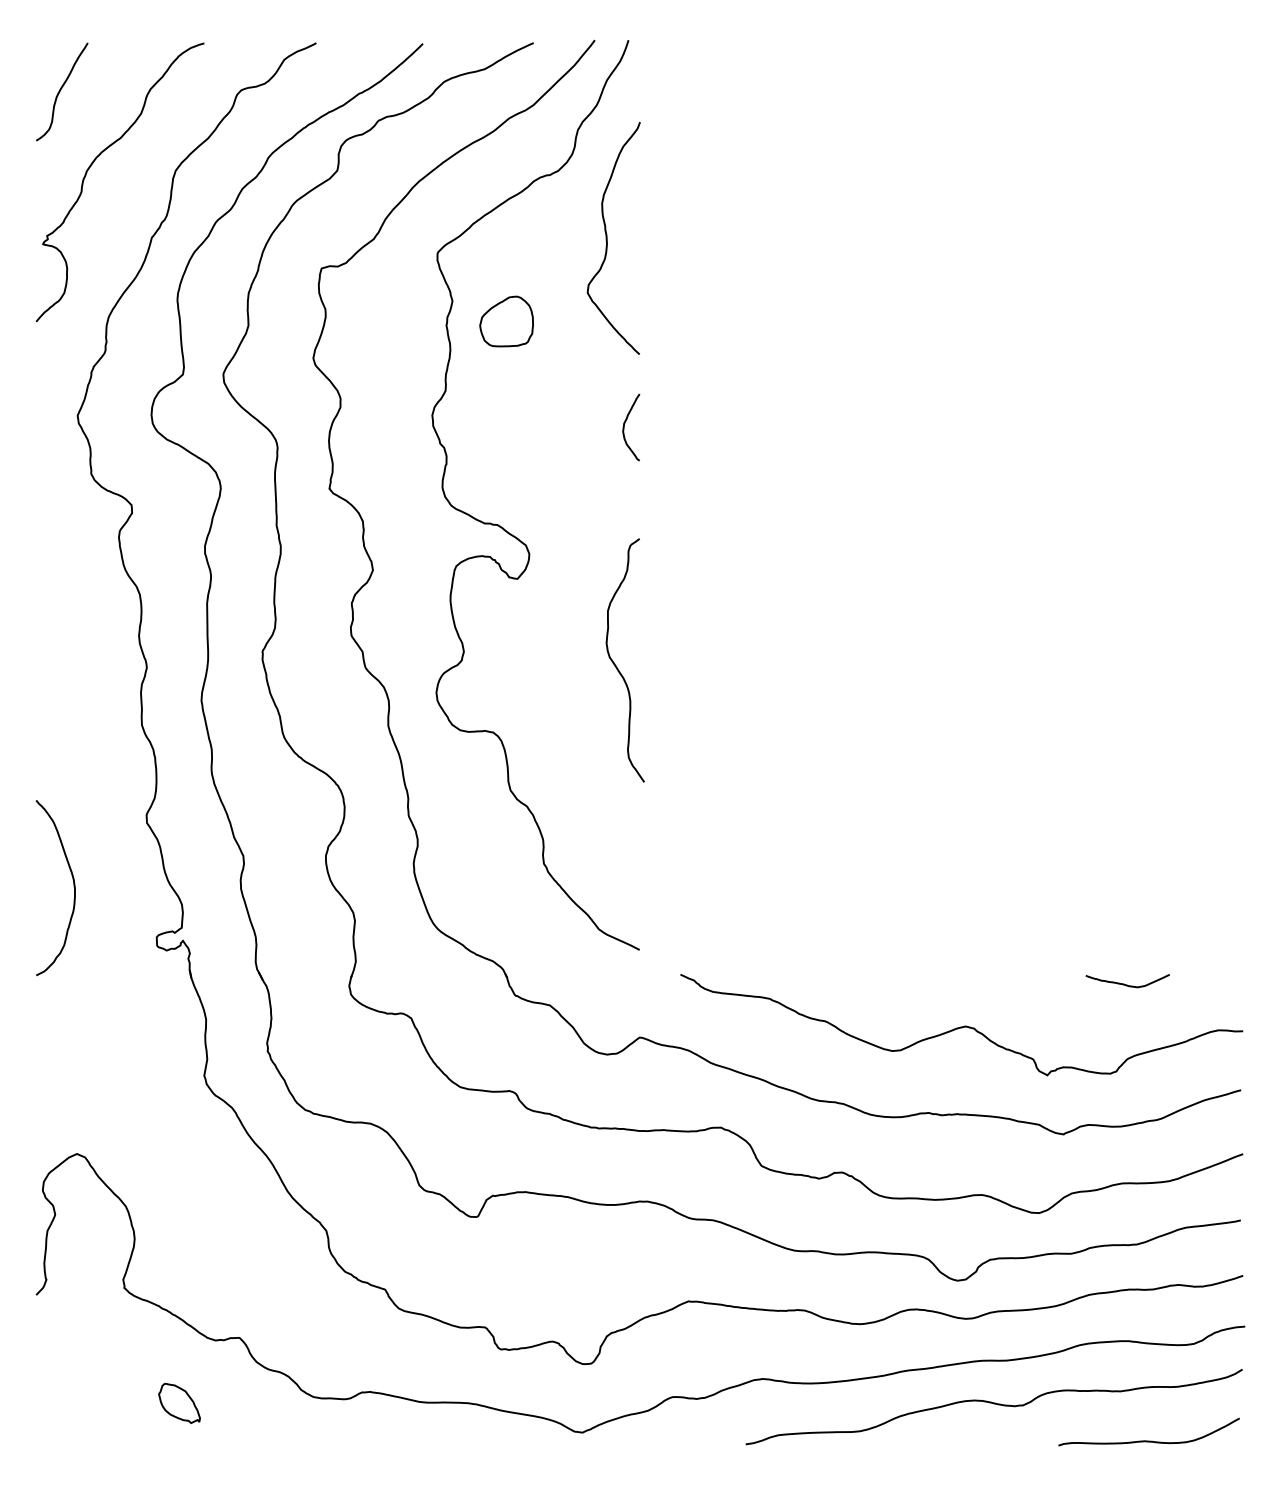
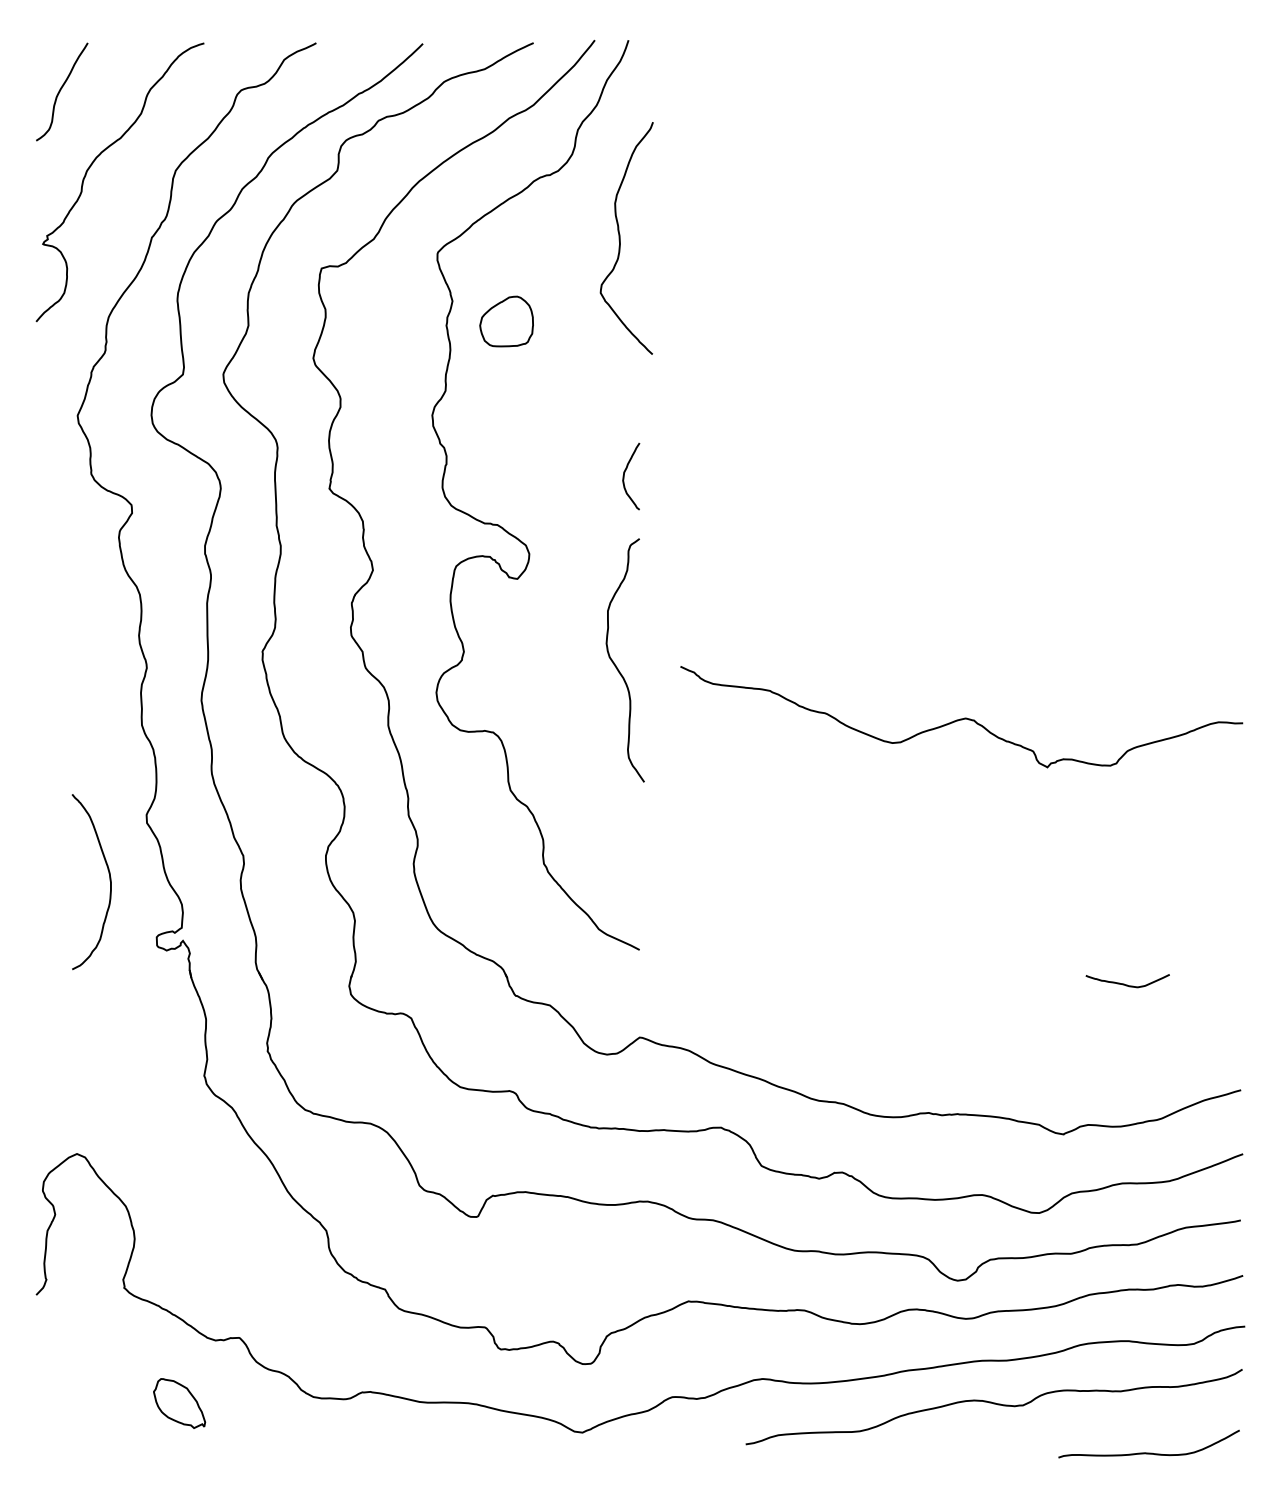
curve at (607, 238) position: (607, 238) -> (620, 238)
curve at (624, 427) position: (624, 427) -> (624, 476)
curve at (73, 886) position: (73, 886) -> (109, 880)
curve at (961, 1026) position: (961, 1026) -> (961, 718)
part at (179, 1402) size: 43x42 px -> 54x51 px
curve at (1148, 1440) position: (1148, 1440) -> (1148, 1452)
